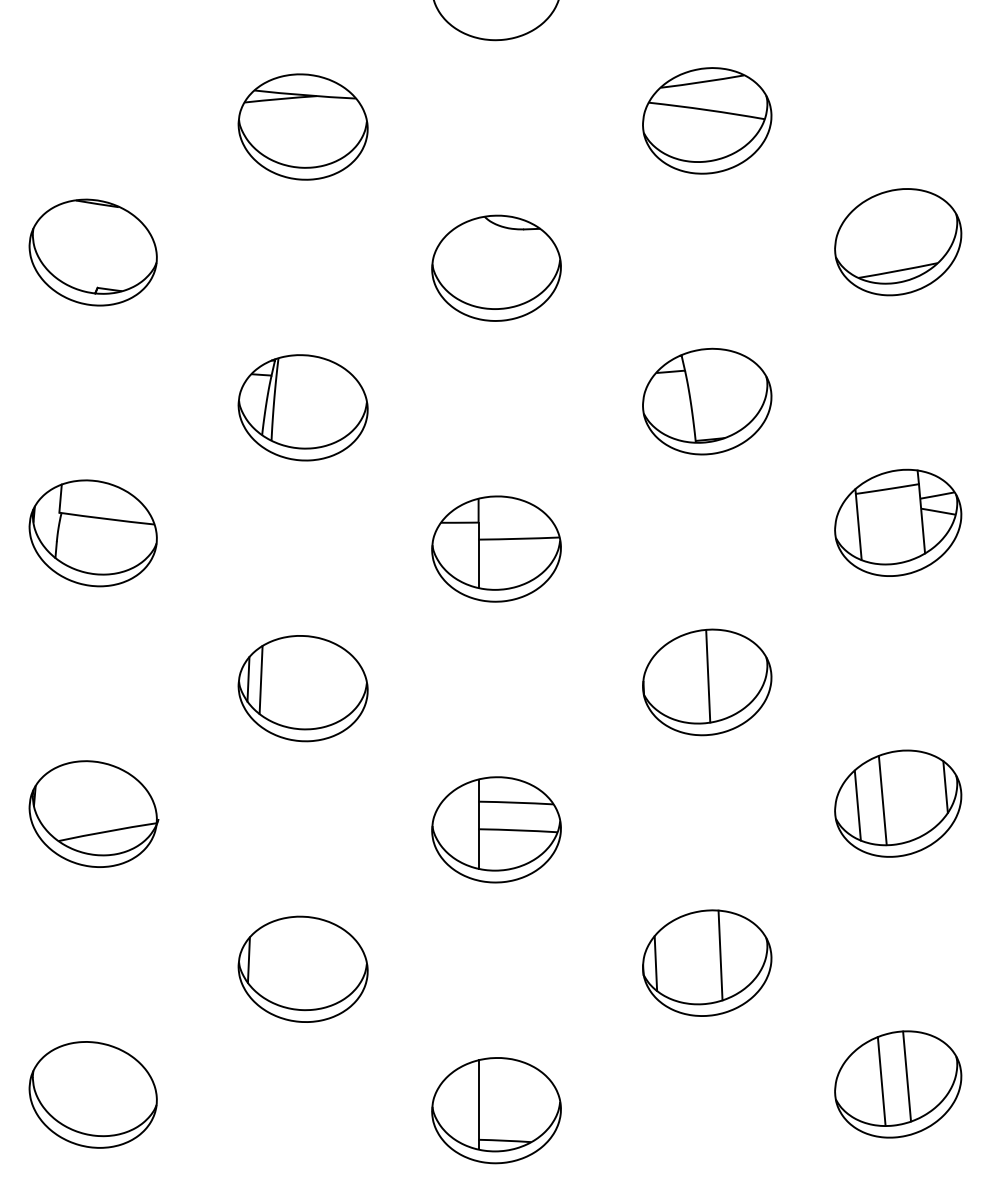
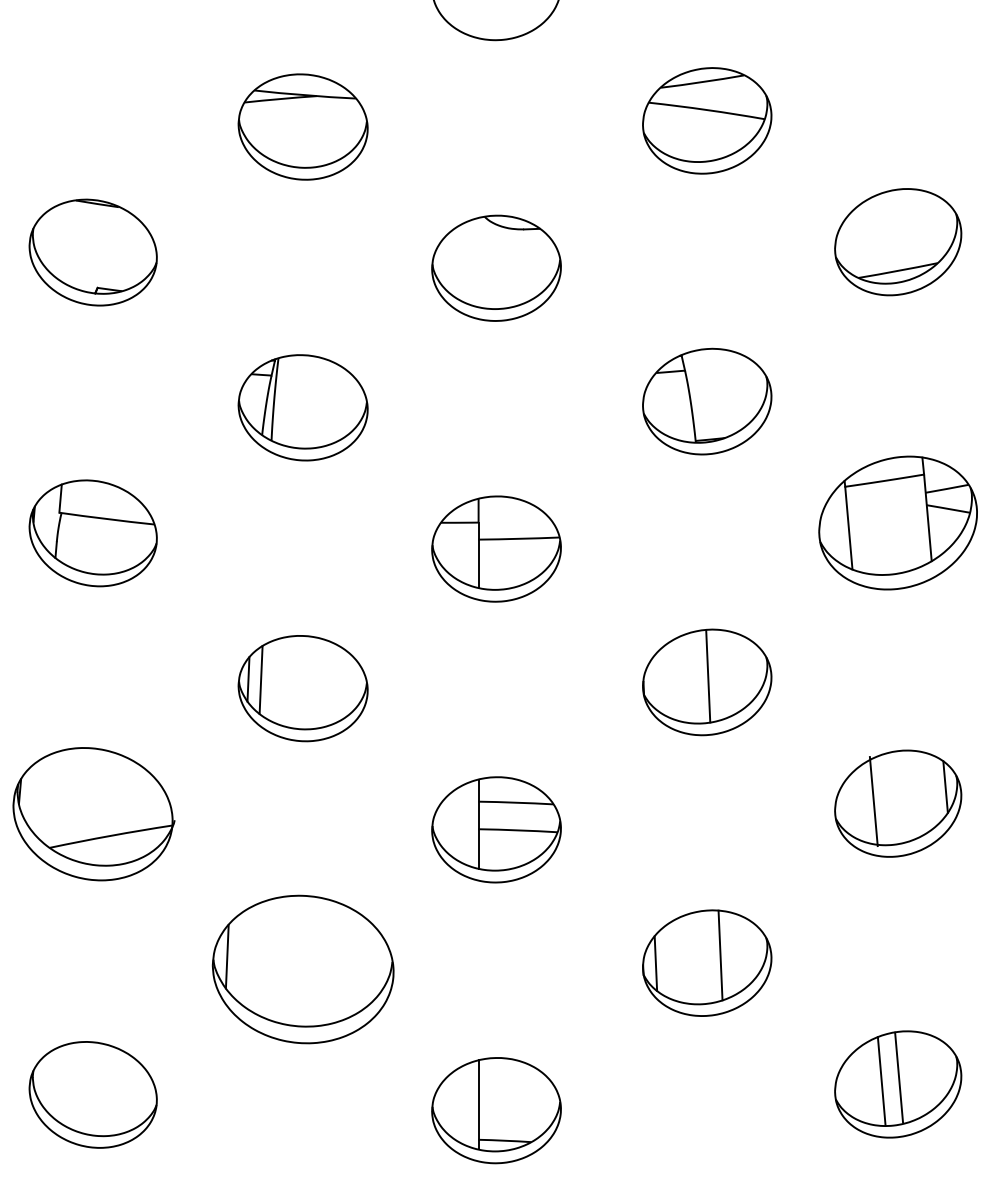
part at (898, 522) size: 129x109 px -> 160x136 px
line at (882, 800) position: (882, 800) -> (873, 801)
line at (857, 805): present -> none
part at (93, 813) size: 132x108 px -> 164x135 px
part at (302, 968) size: 132x108 px -> 184x151 px
line at (907, 1076) position: (907, 1076) -> (899, 1077)
